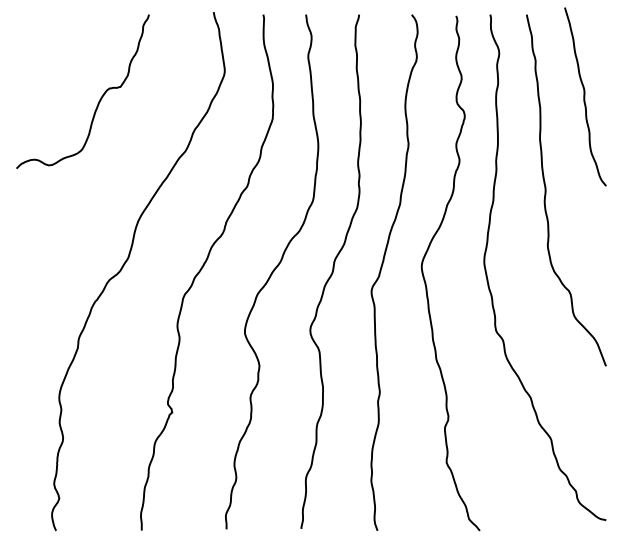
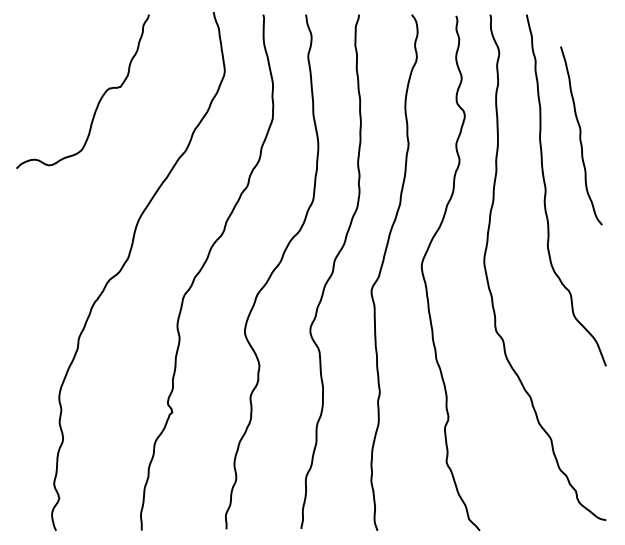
curve at (585, 96) position: (585, 96) -> (581, 135)
